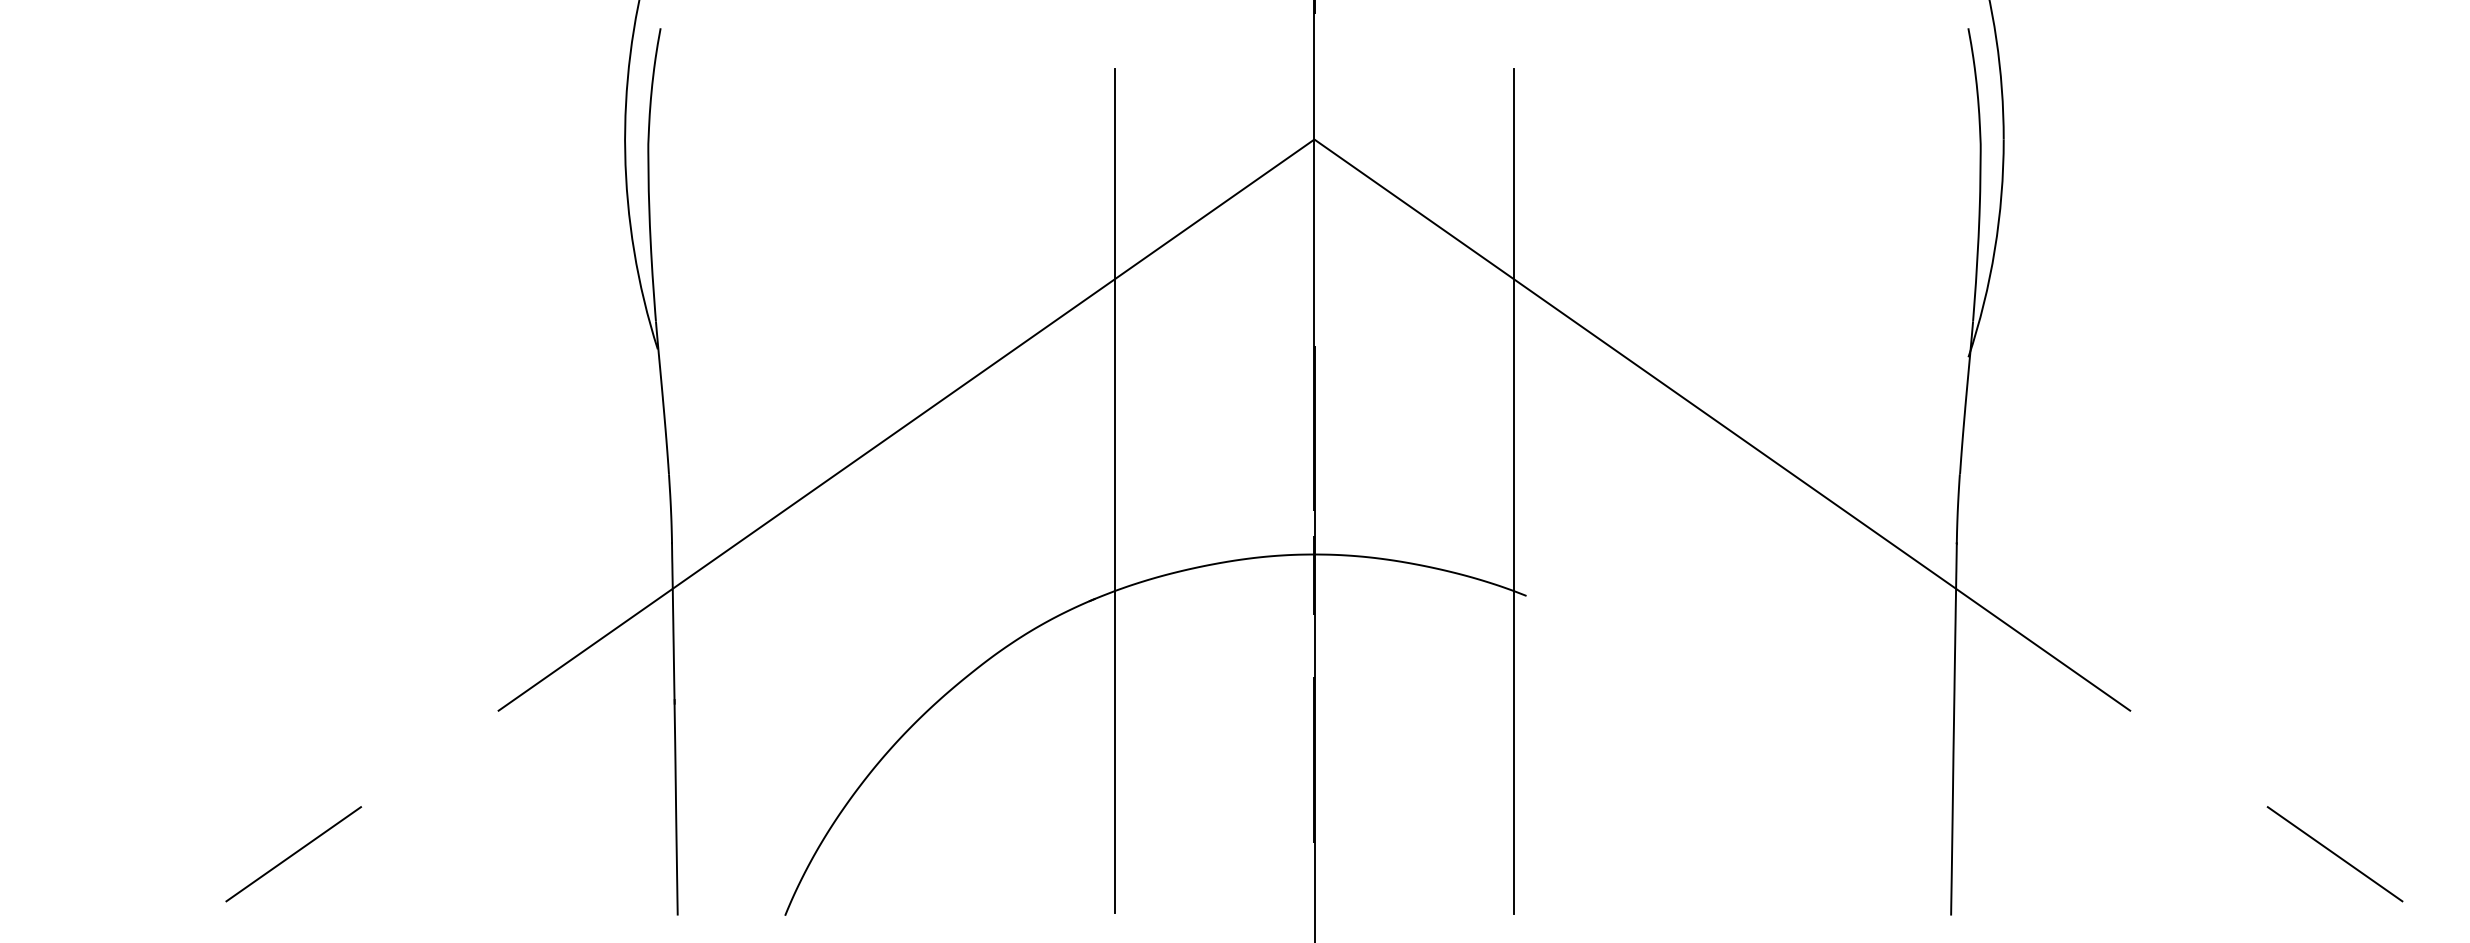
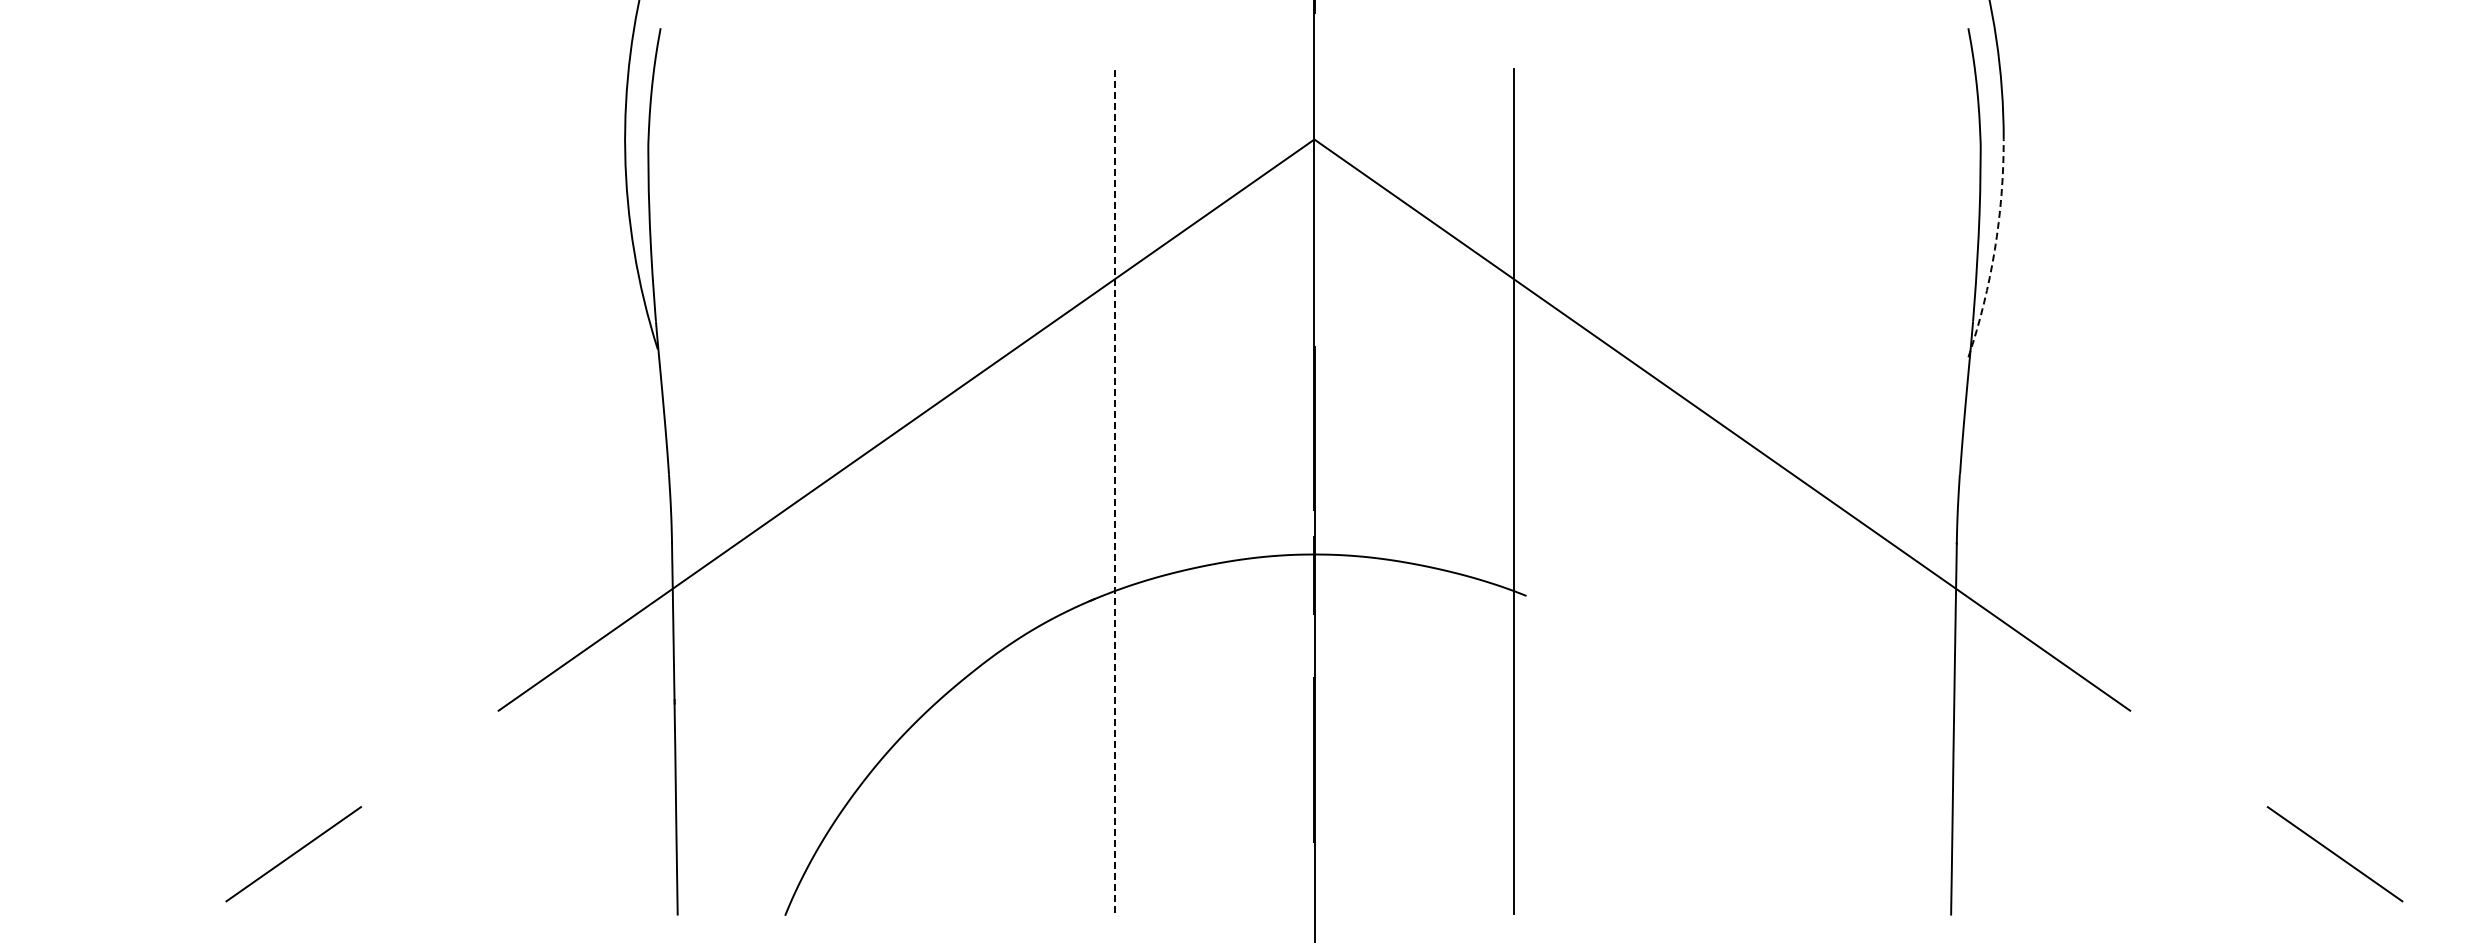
arc at (1994, 249): solid -> dashed
line at (1114, 490): solid -> dashed
